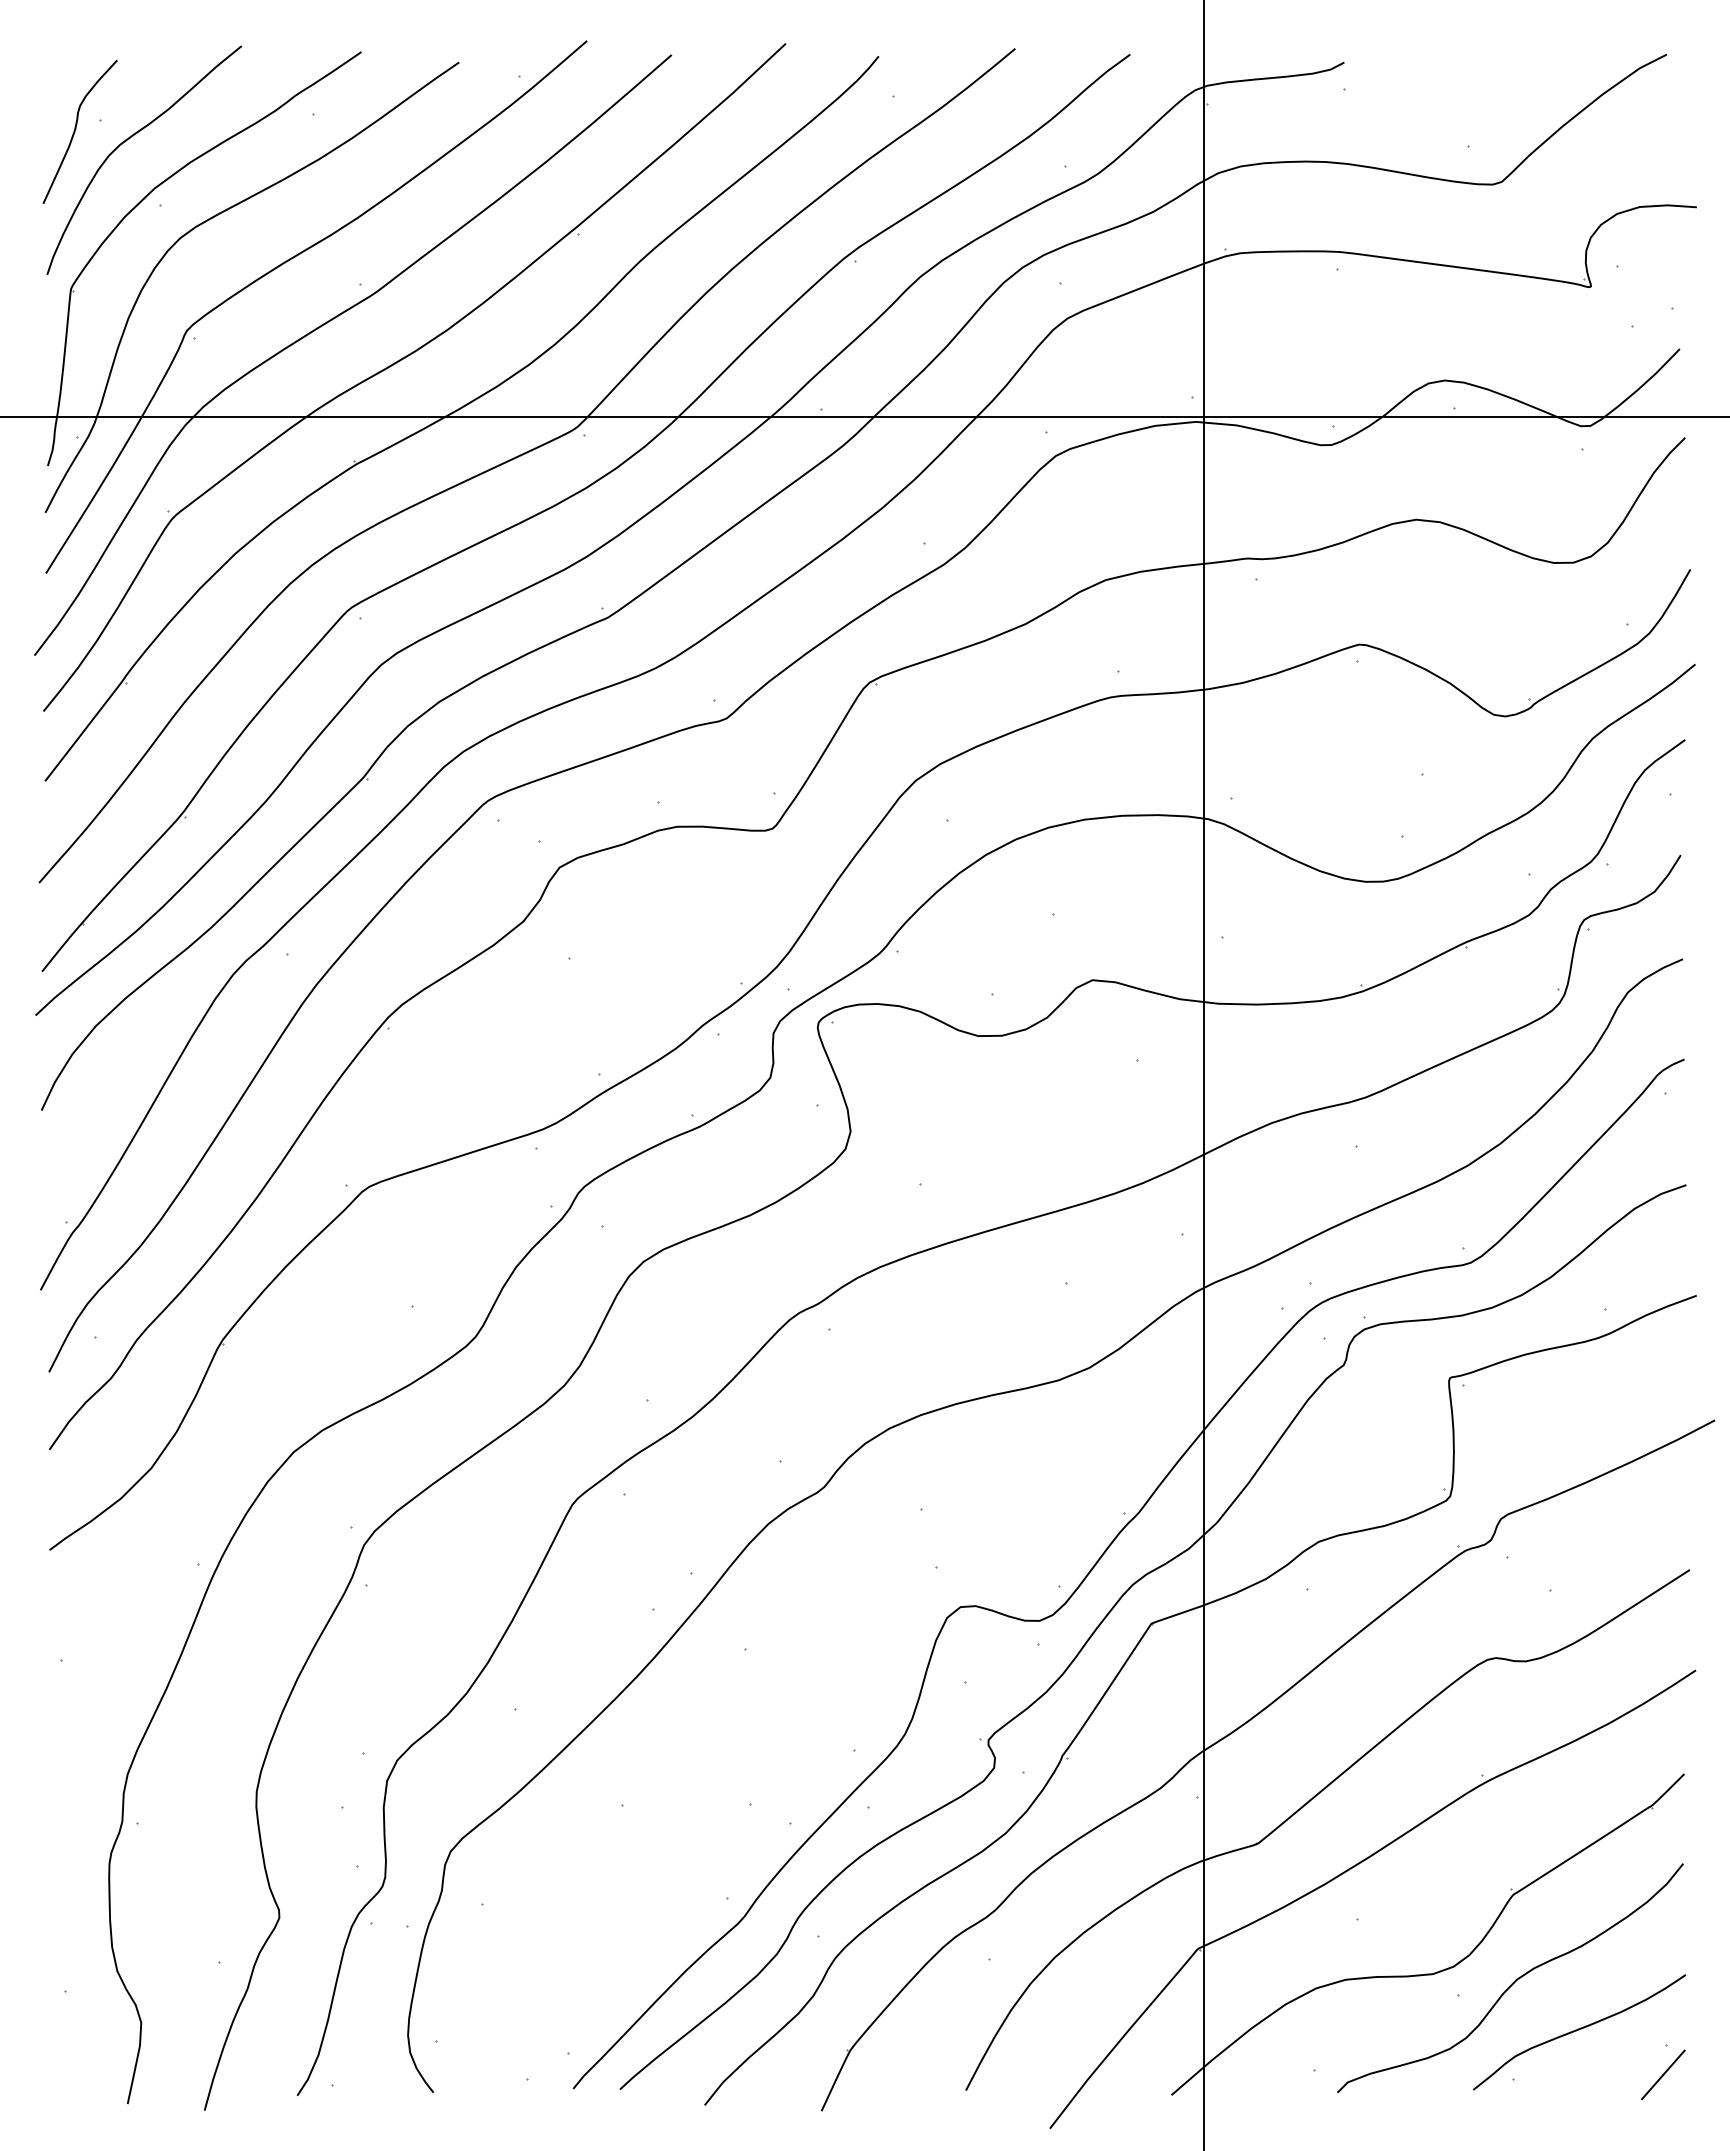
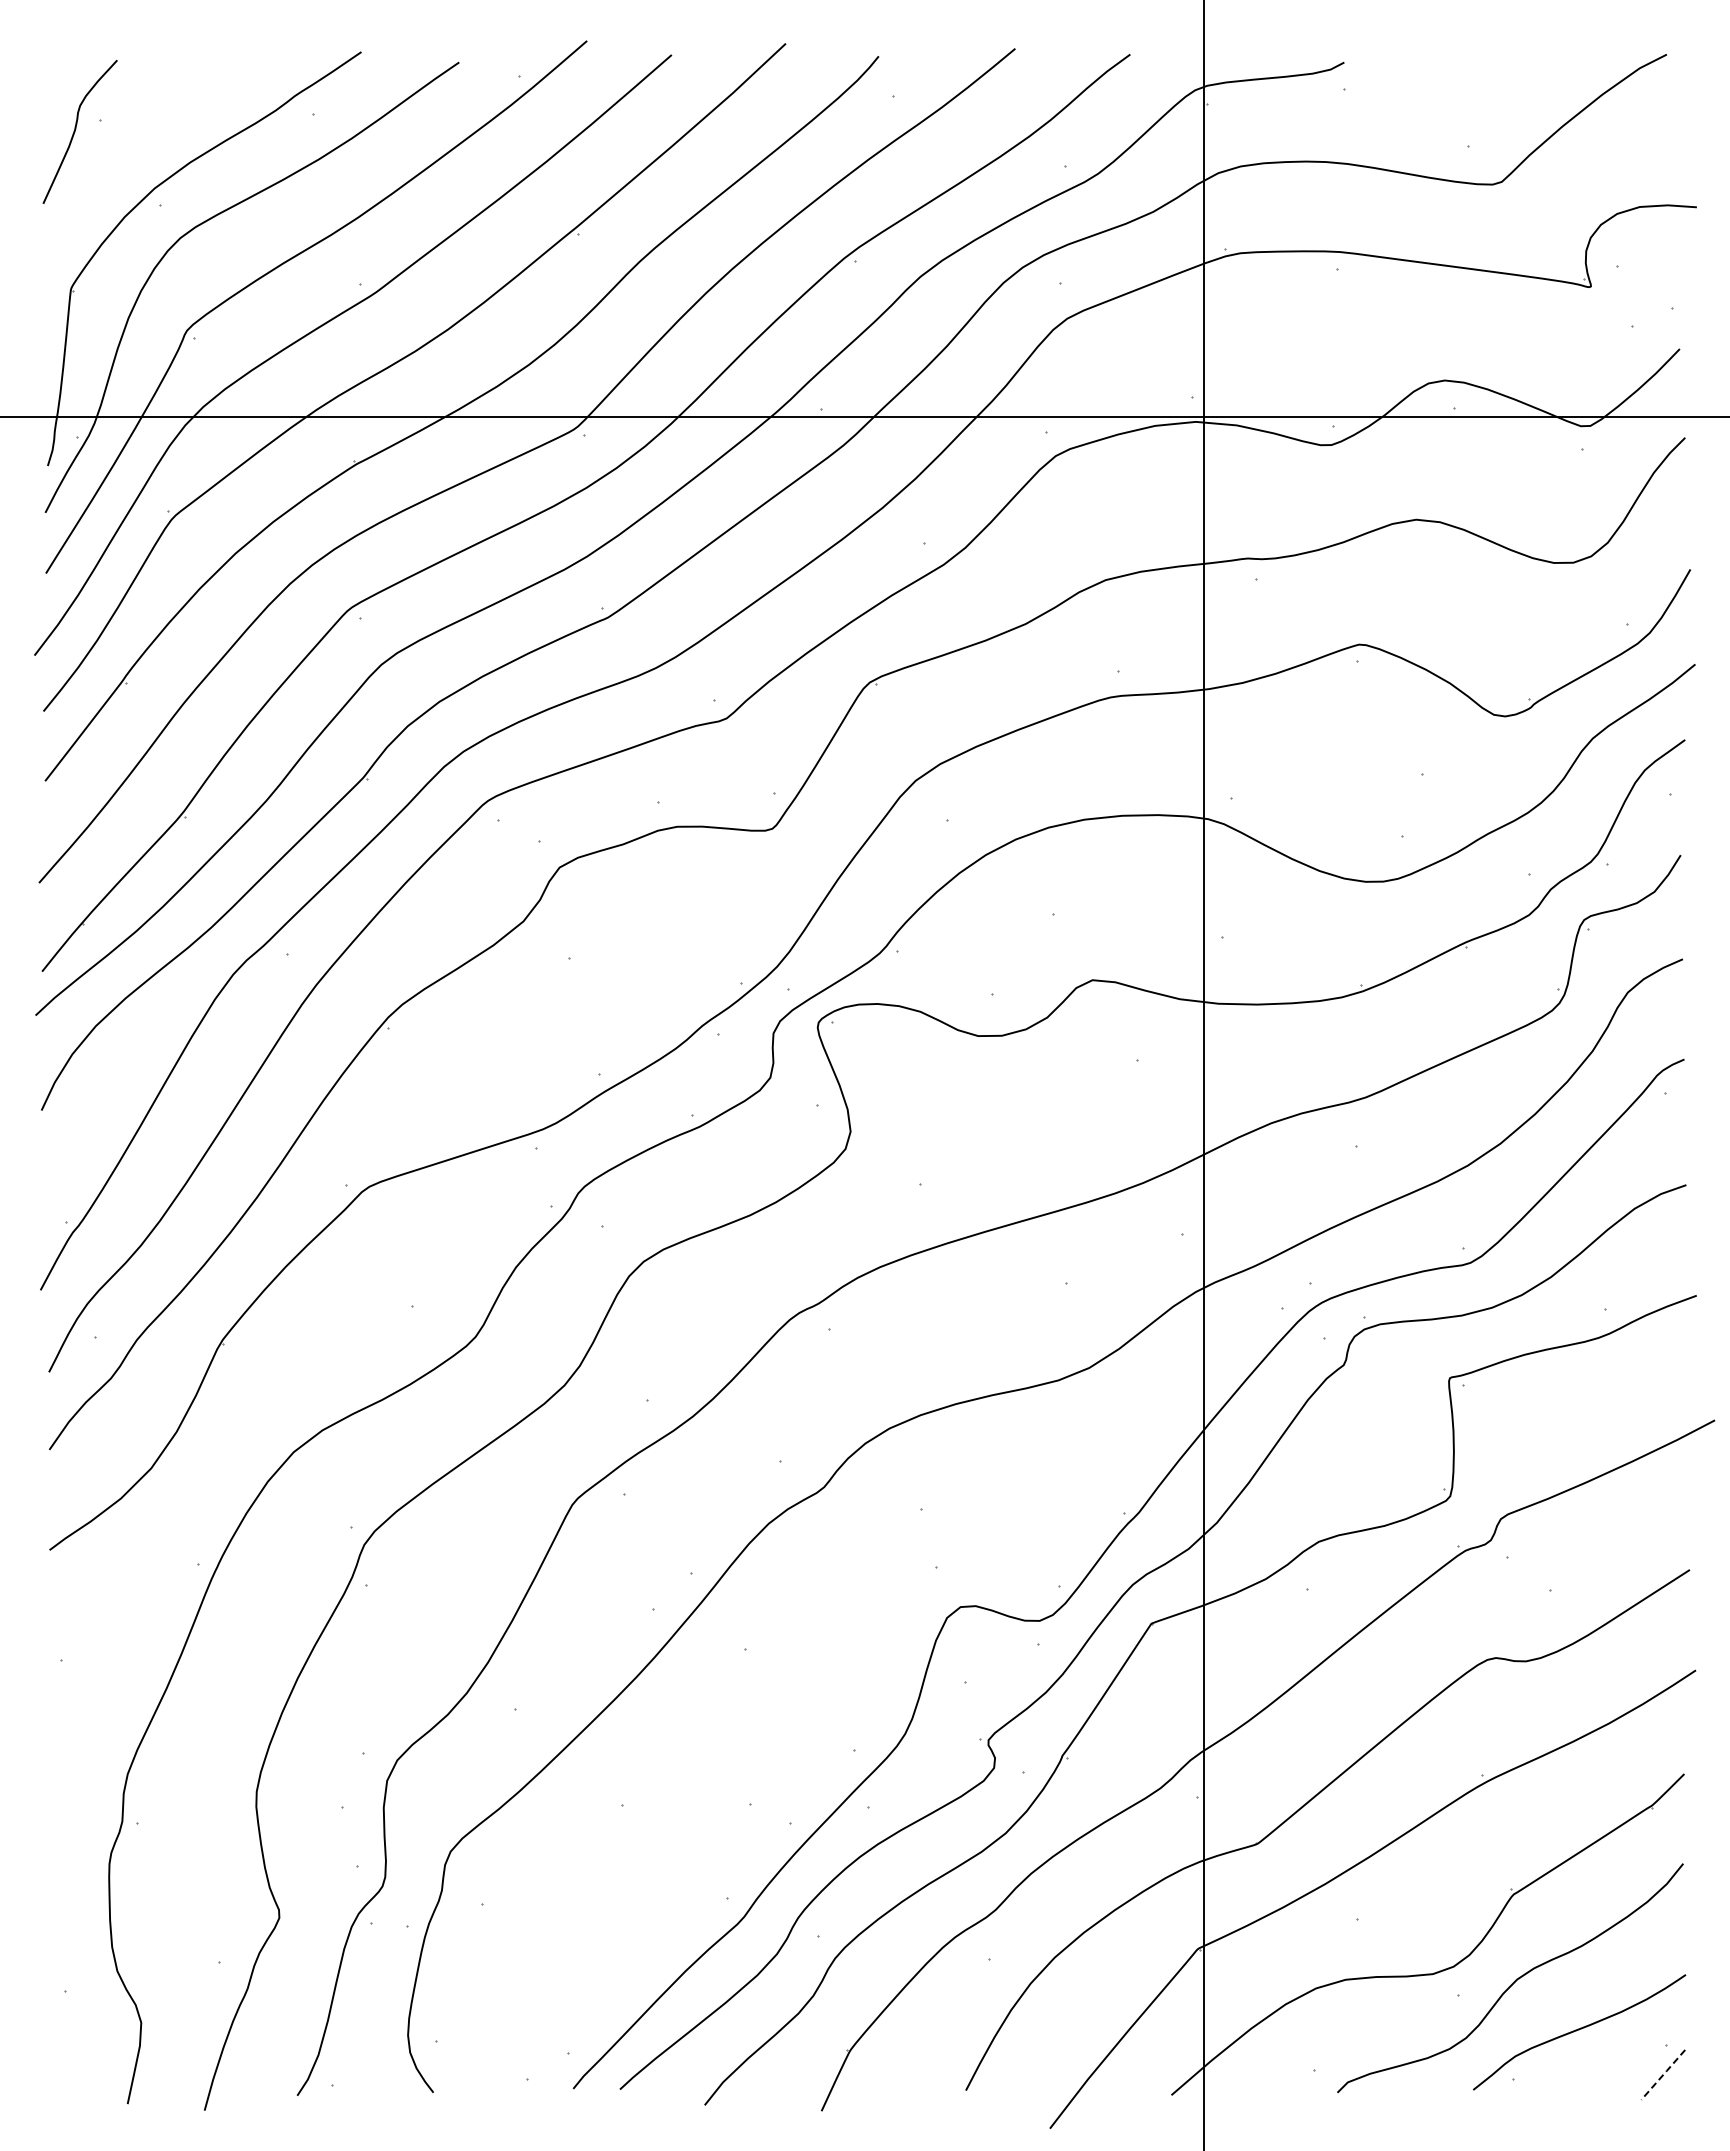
curve at (129, 139): present -> none
line at (1663, 2074): solid -> dashed
